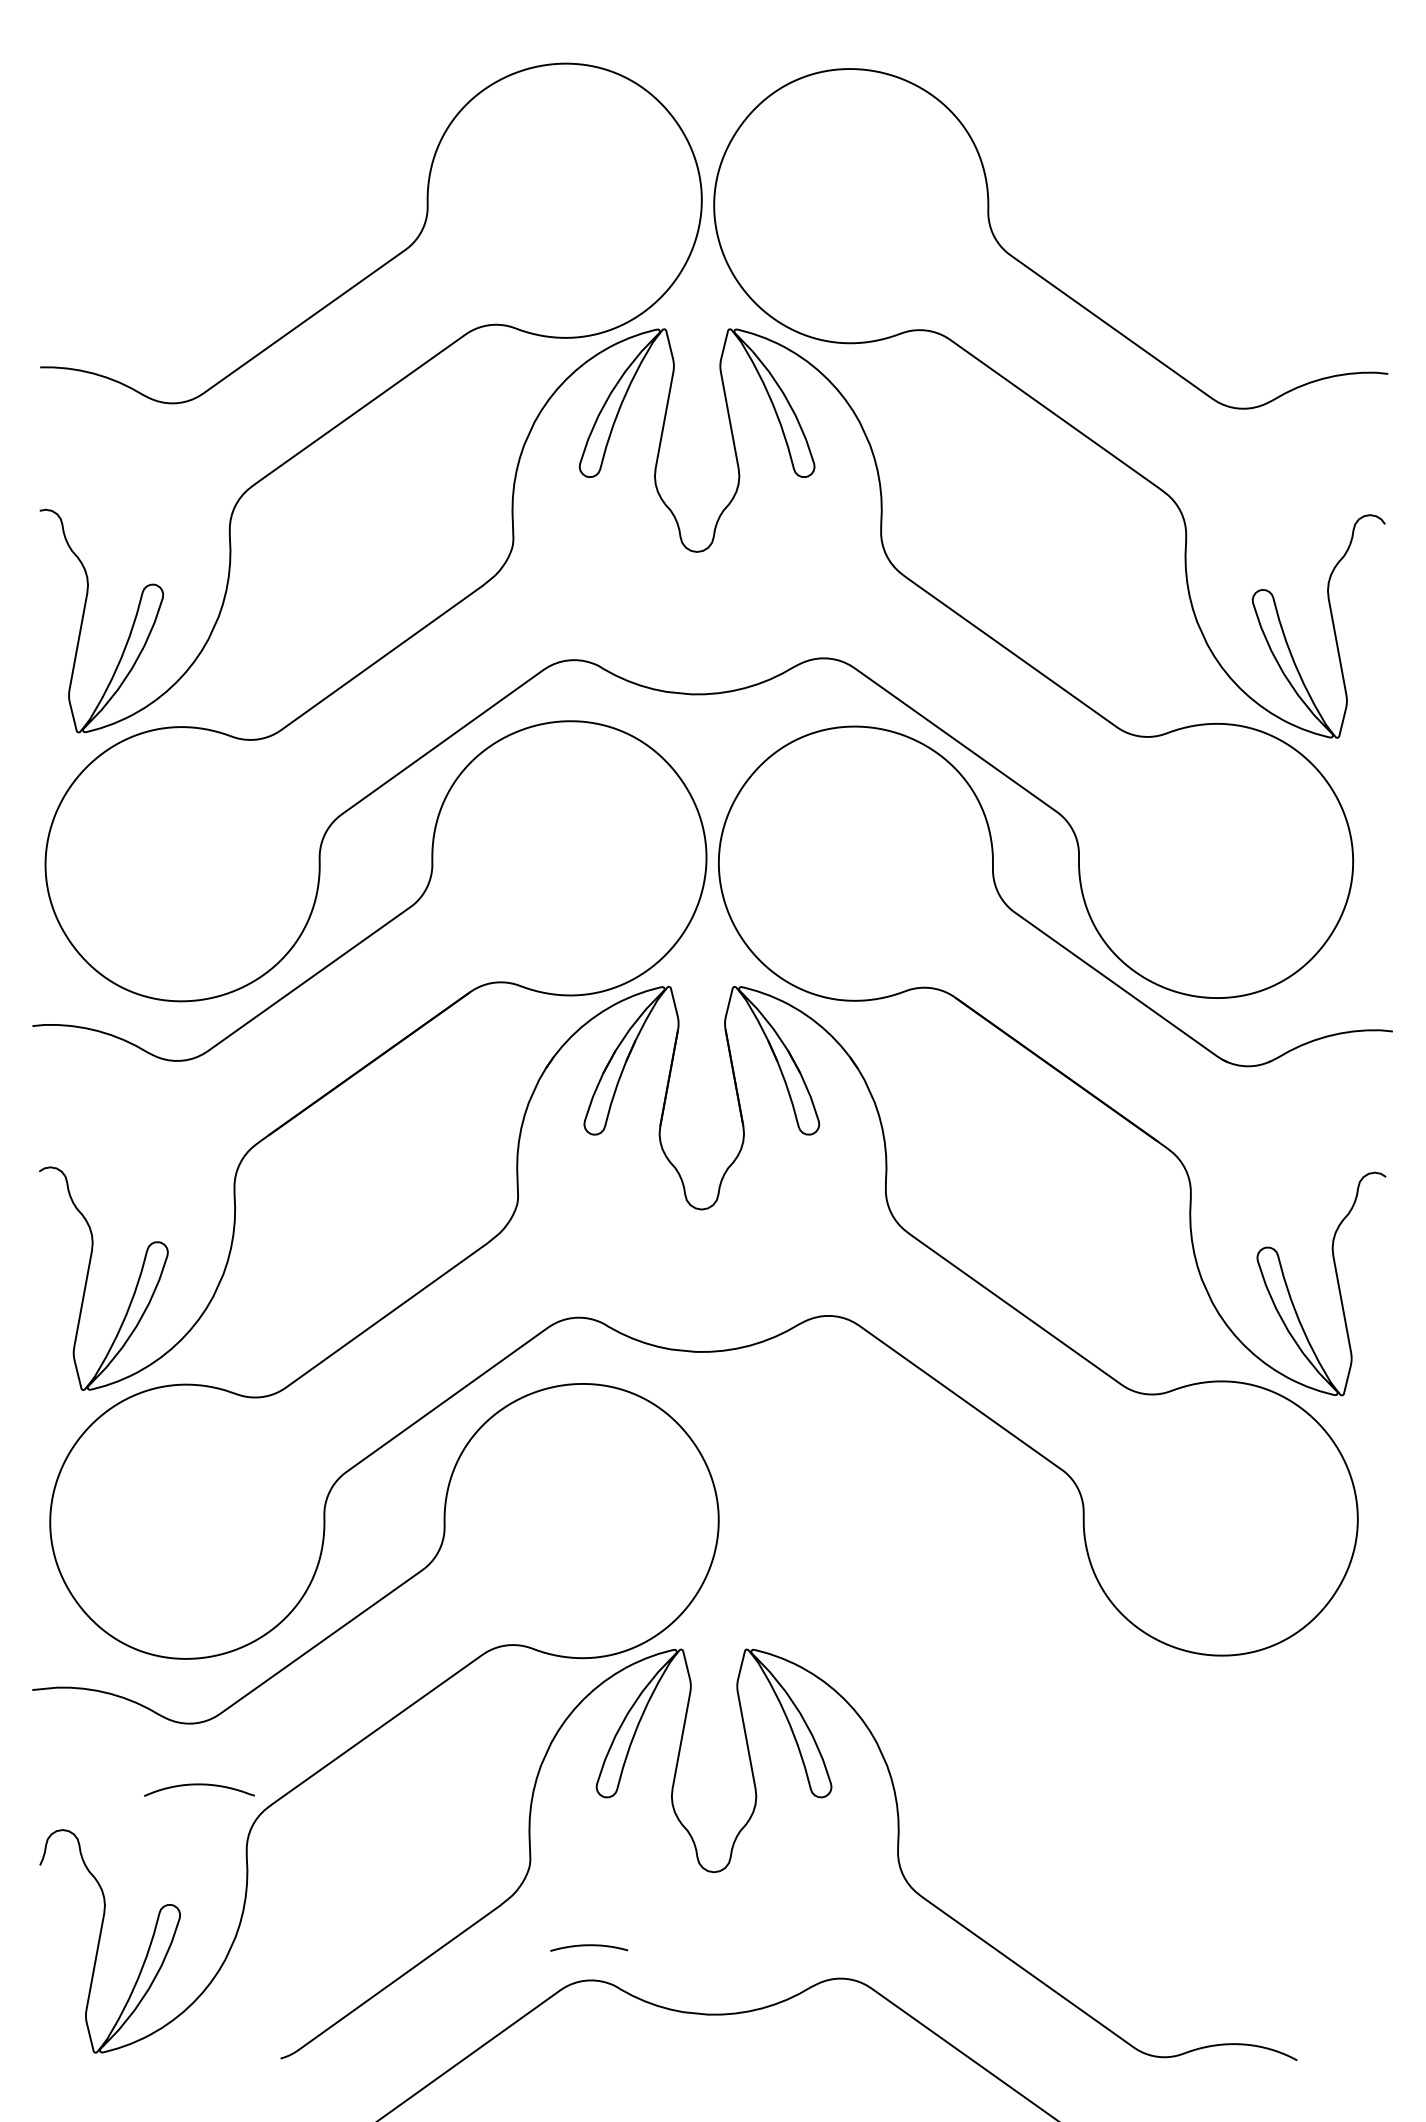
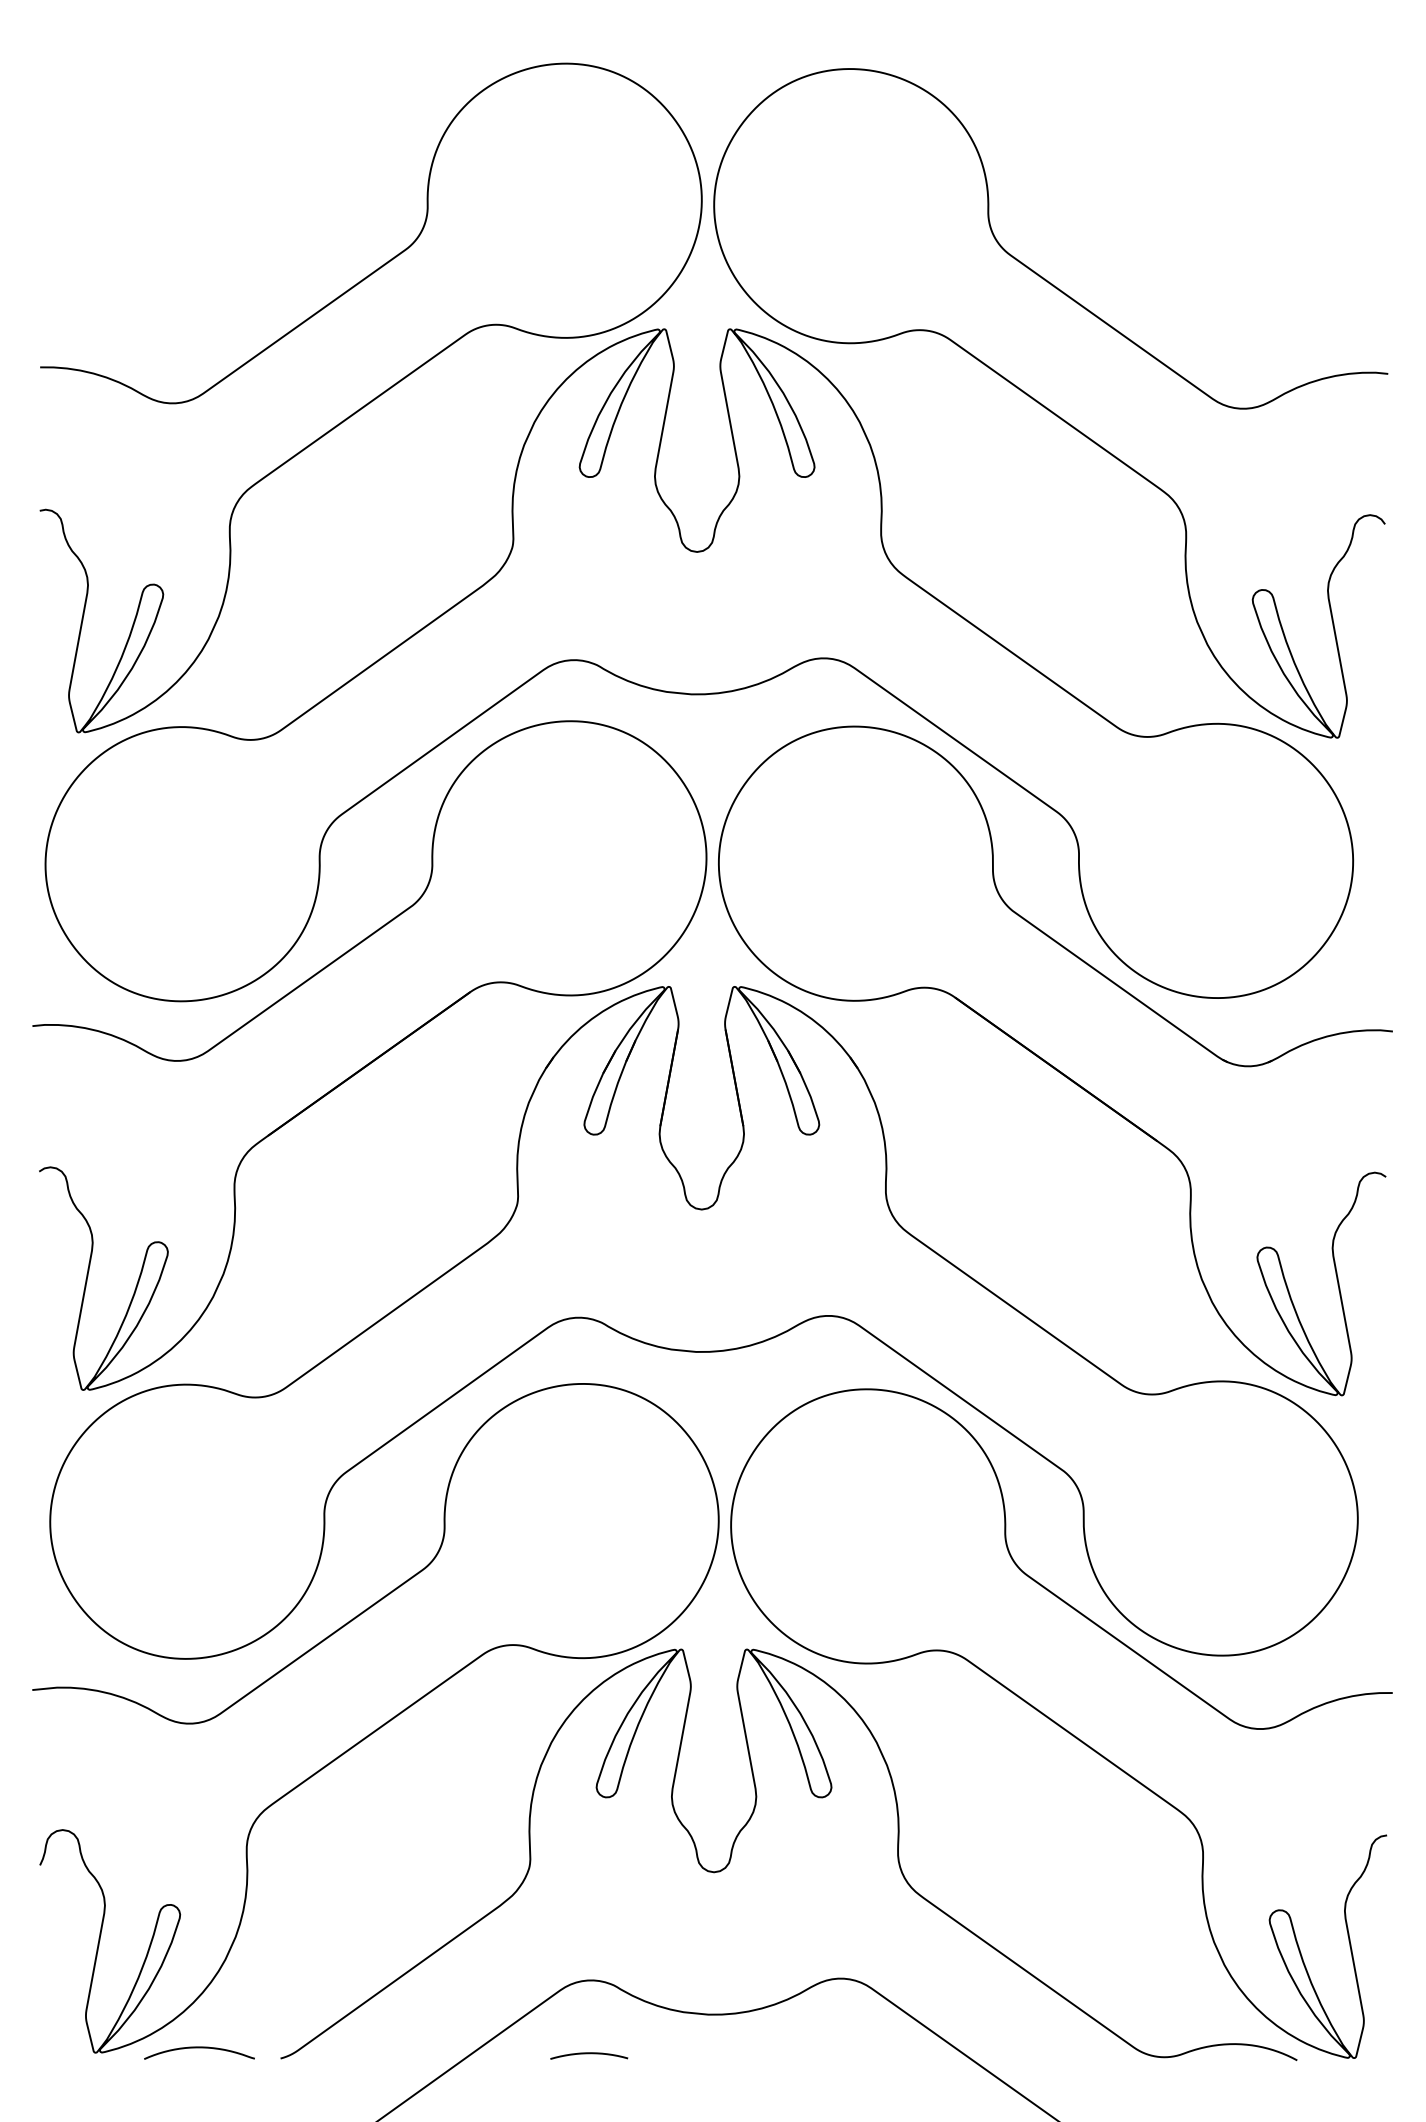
curve at (1059, 1724): none -> present
curve at (199, 1785) position: (199, 1785) -> (199, 2048)
curve at (589, 1946) position: (589, 1946) -> (589, 2054)
